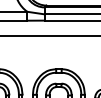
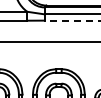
line at (72, 20): solid -> dashed
line at (49, 35) position: (49, 35) -> (49, 41)
